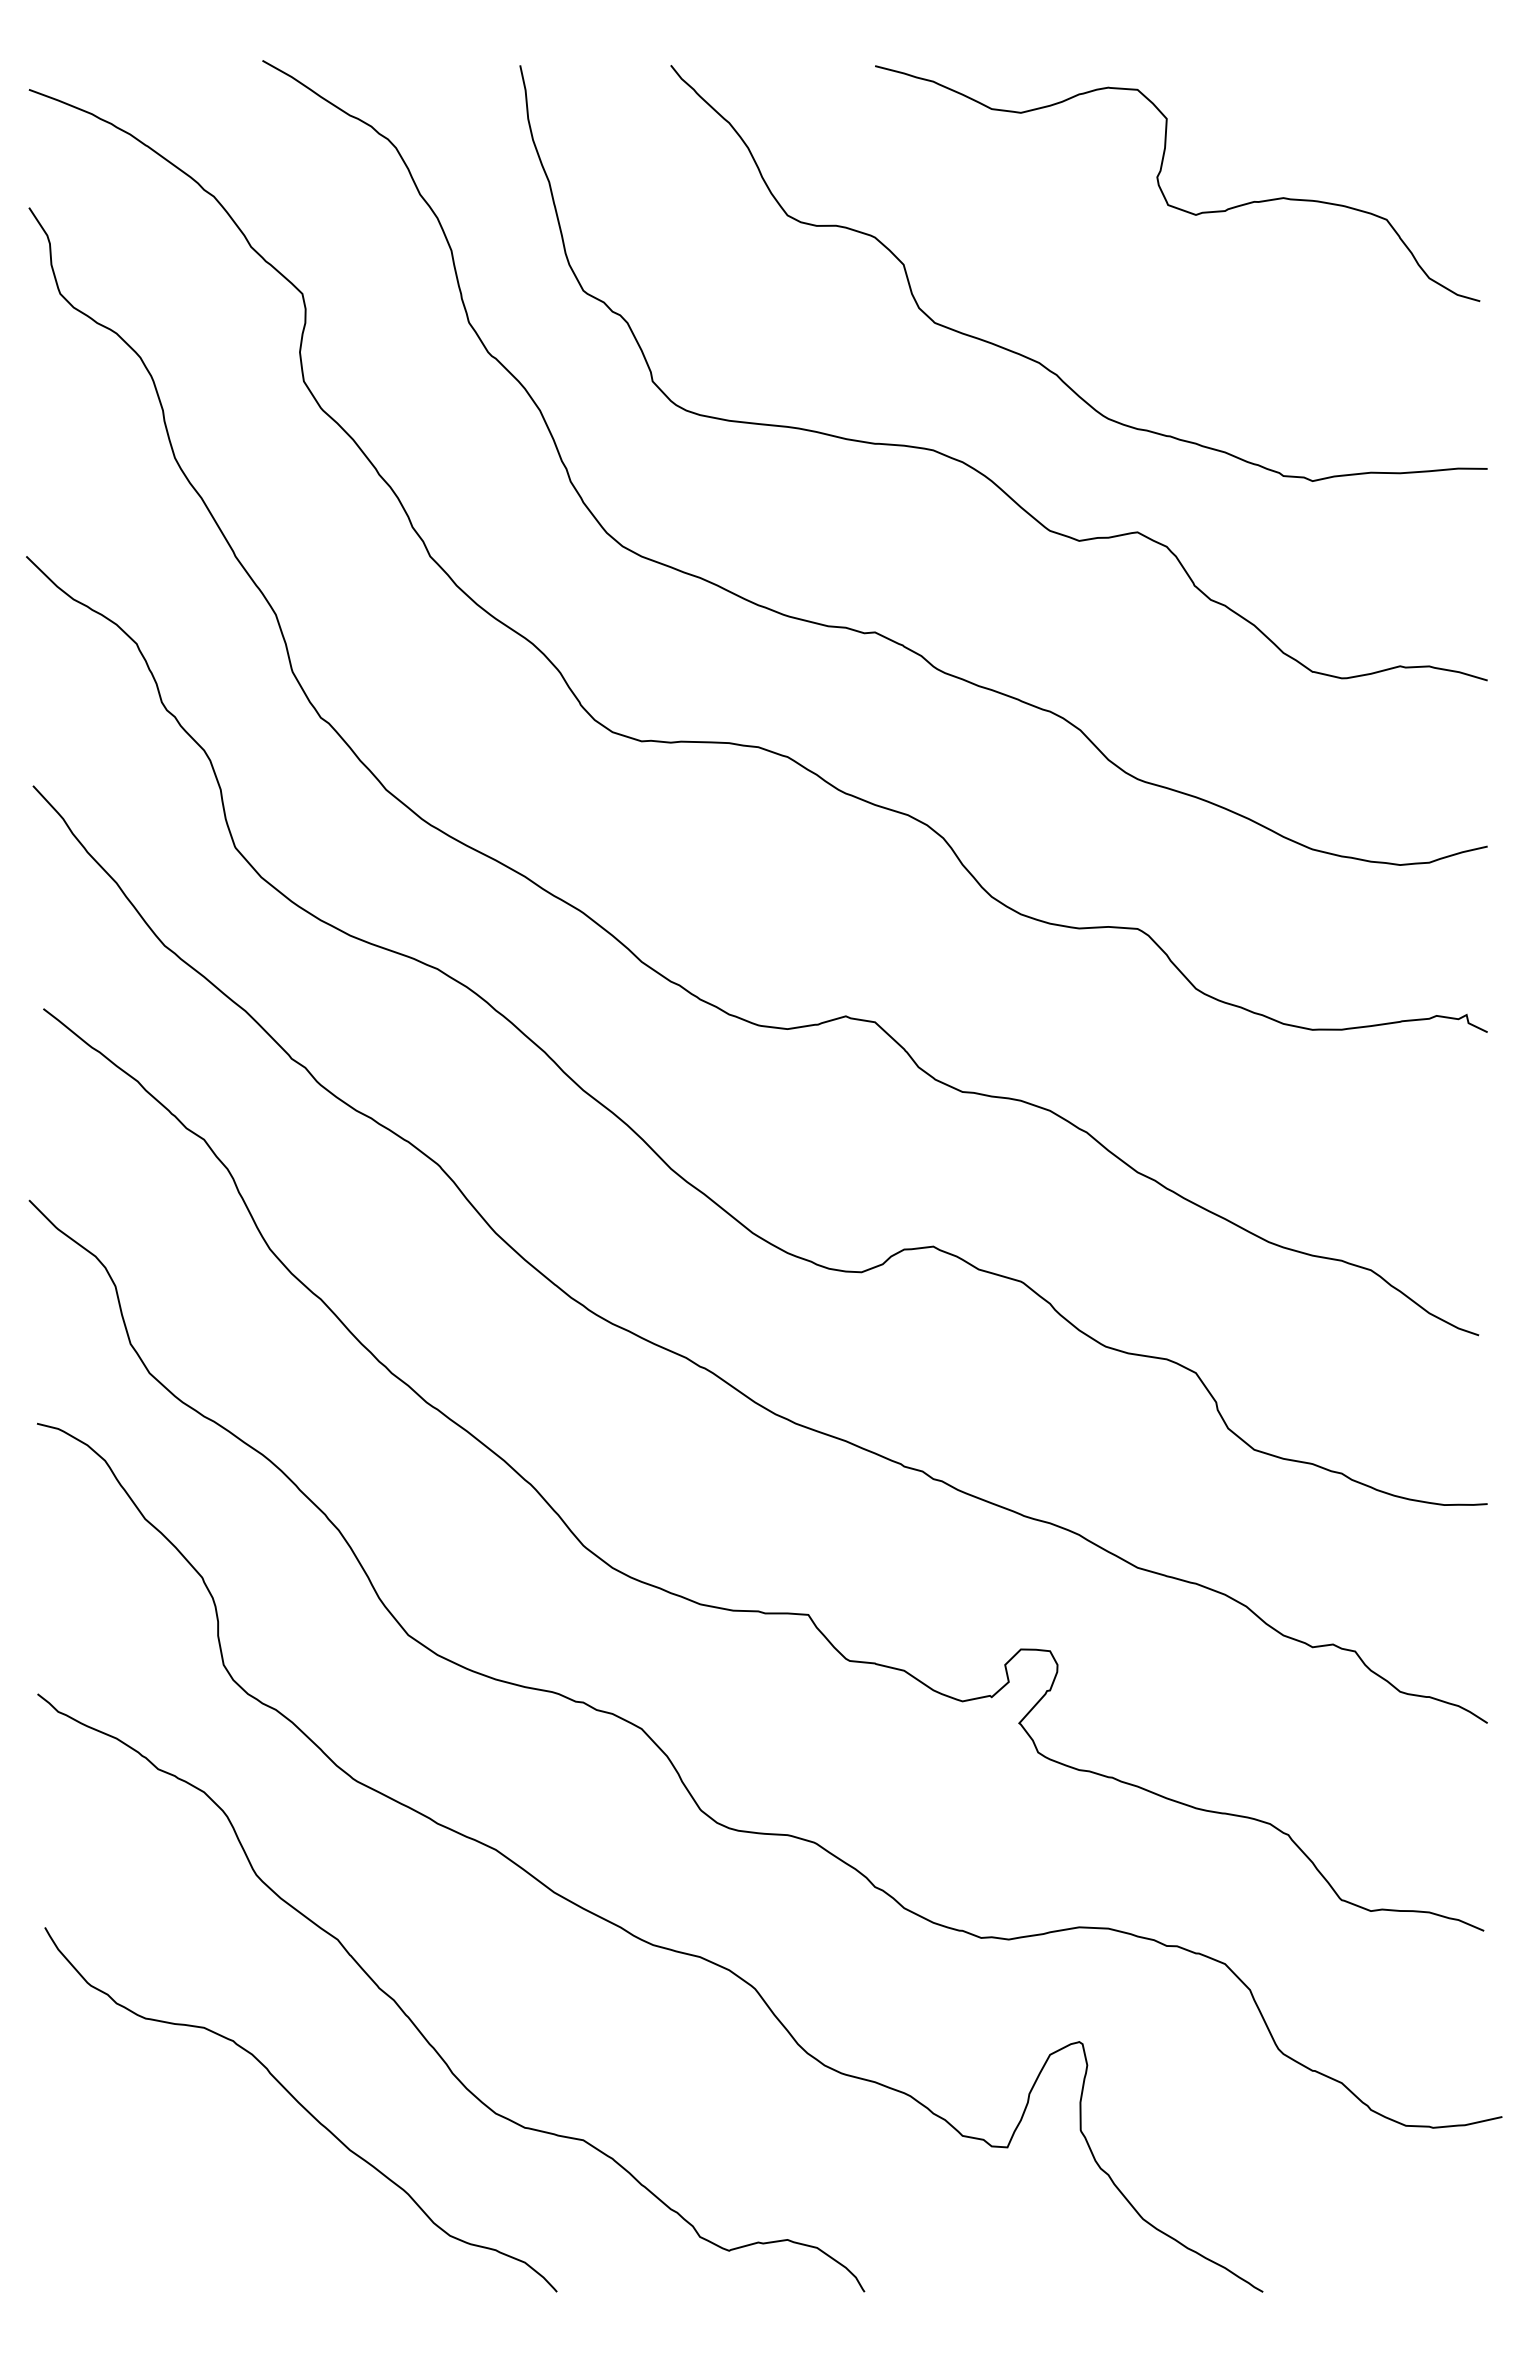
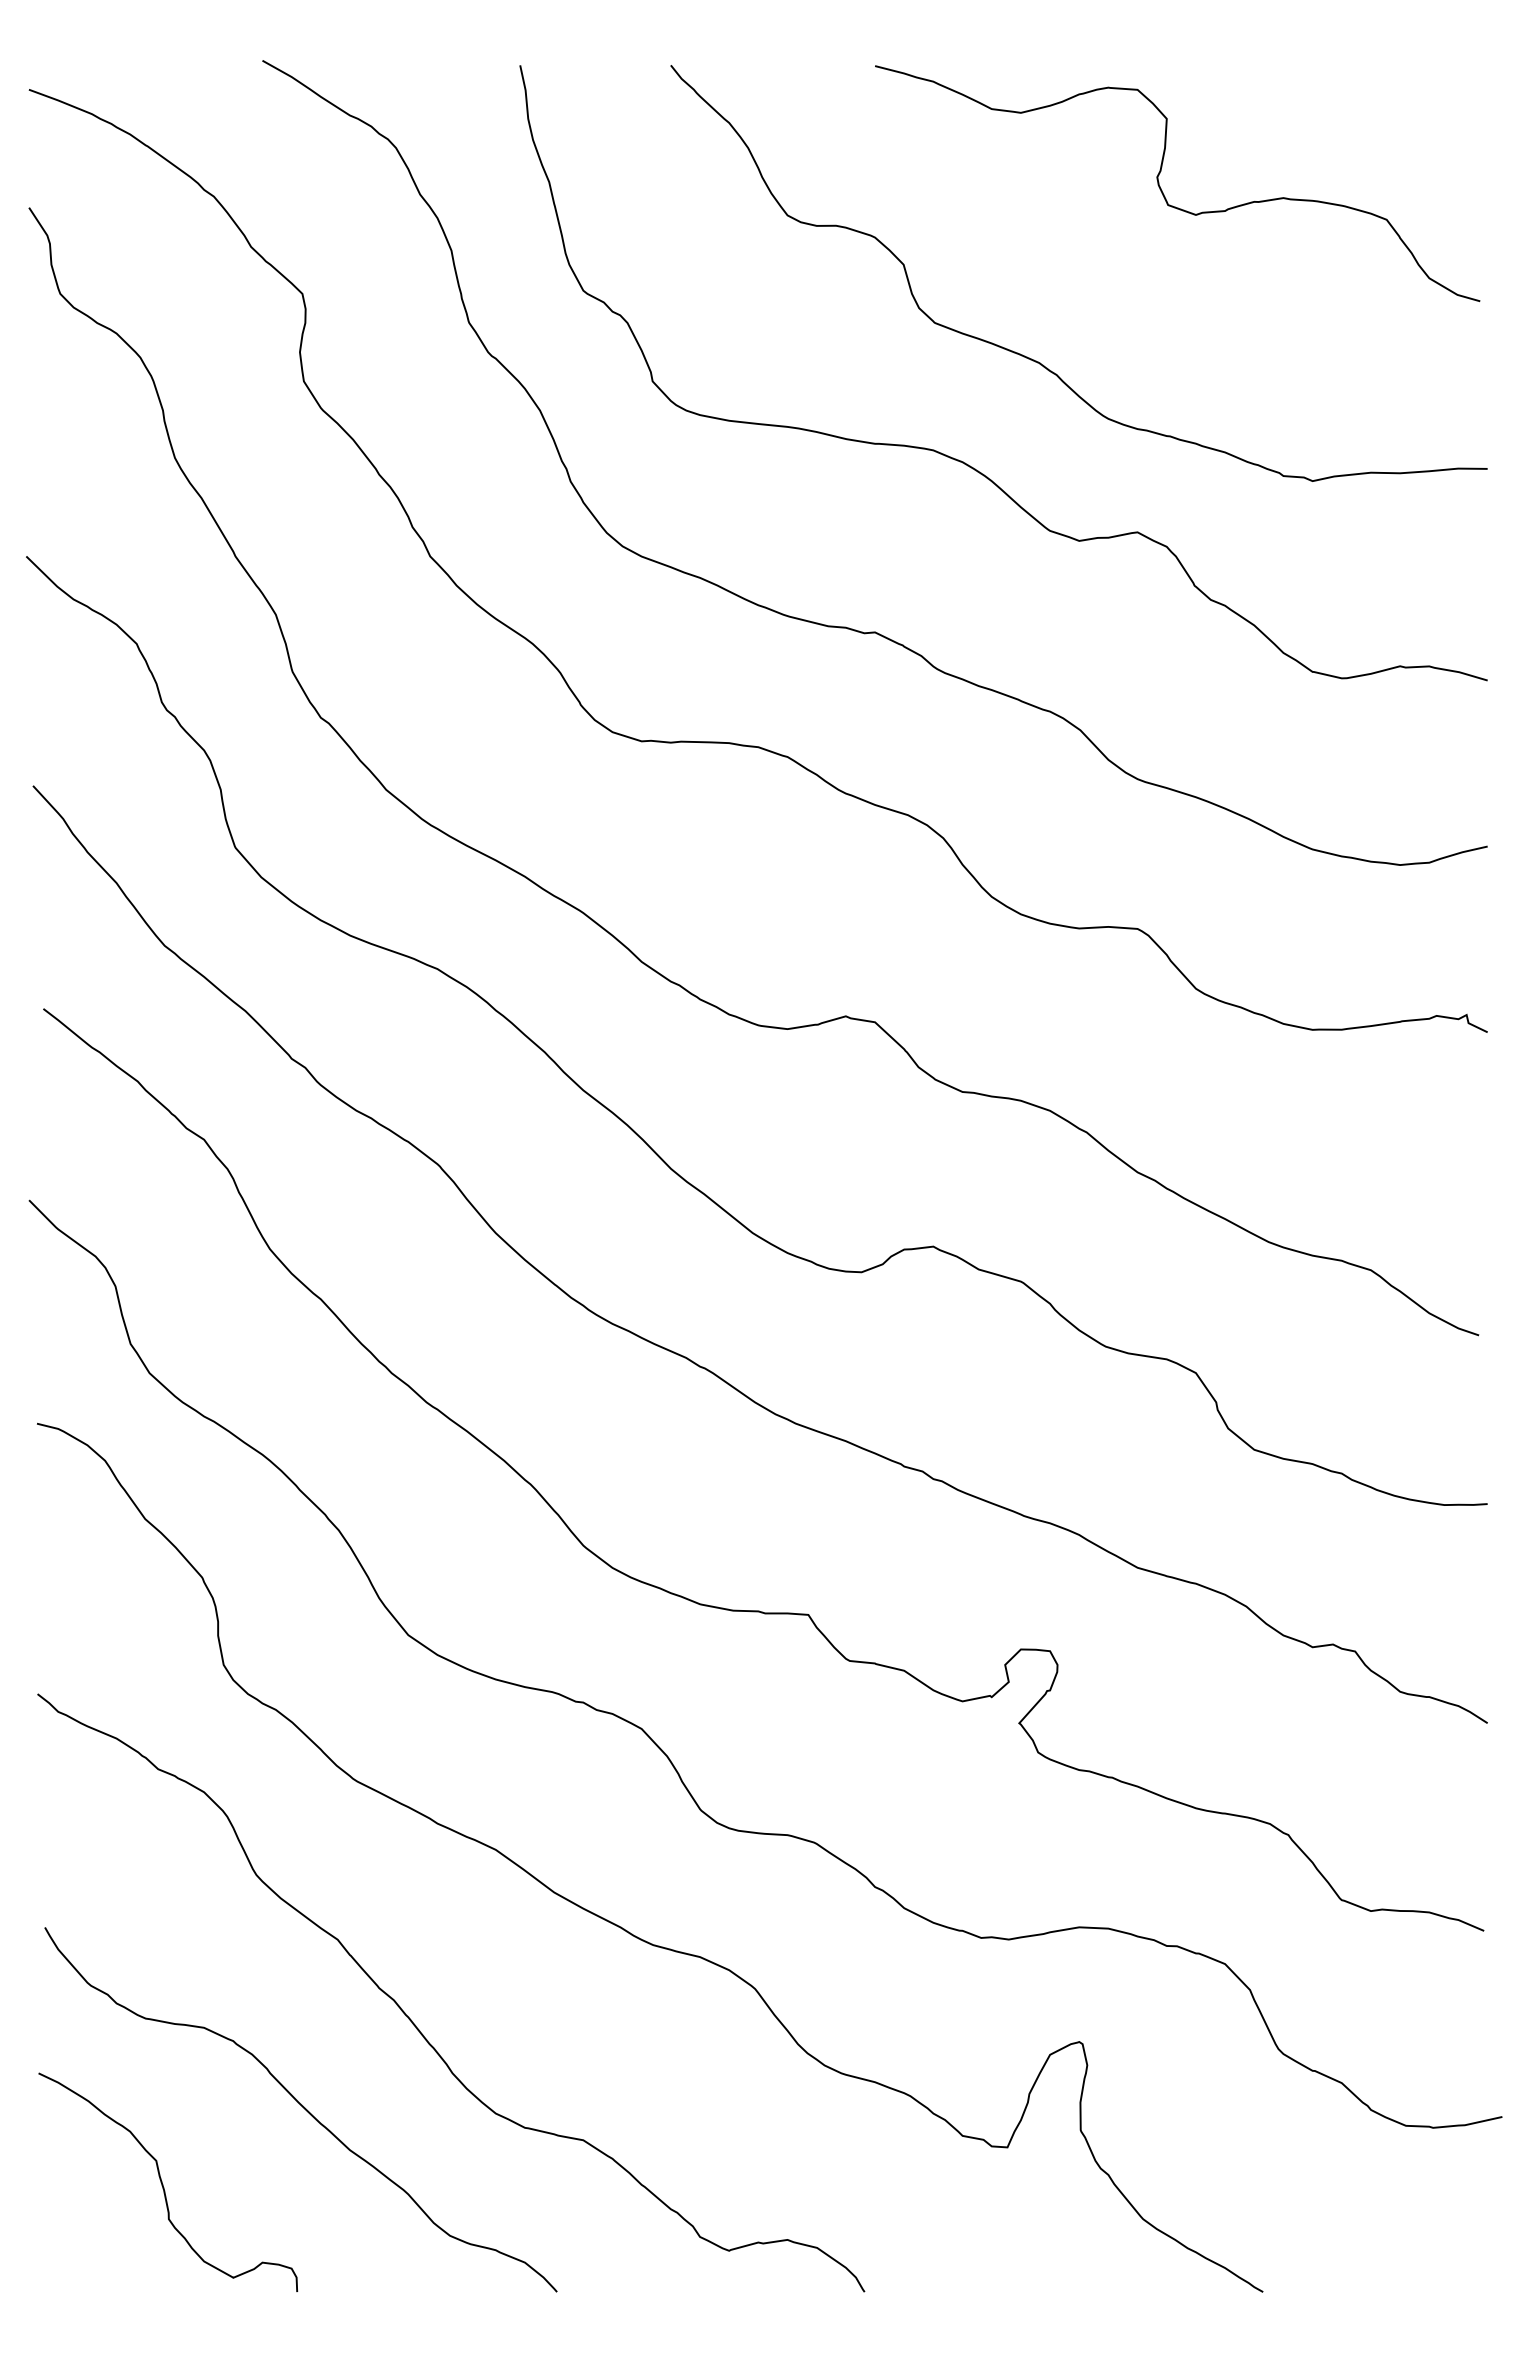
curve at (163, 2184): none -> present
